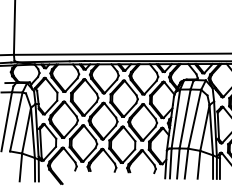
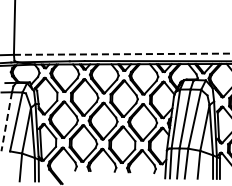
line at (122, 54): solid -> dashed
line at (6, 121): solid -> dashed
